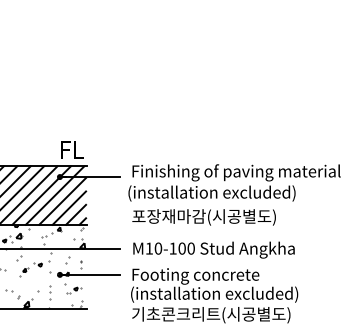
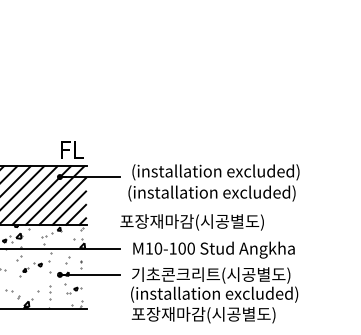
text at (236, 172): Finishing of paving material -> (installation excluded)
text at (203, 217) position: (203, 217) -> (191, 222)
text at (211, 275): Footing concrete -> 기초콘크리트(시공별도)
text at (210, 315): 기초콘크리트(시공별도) -> 포장재마감(시공별도)
